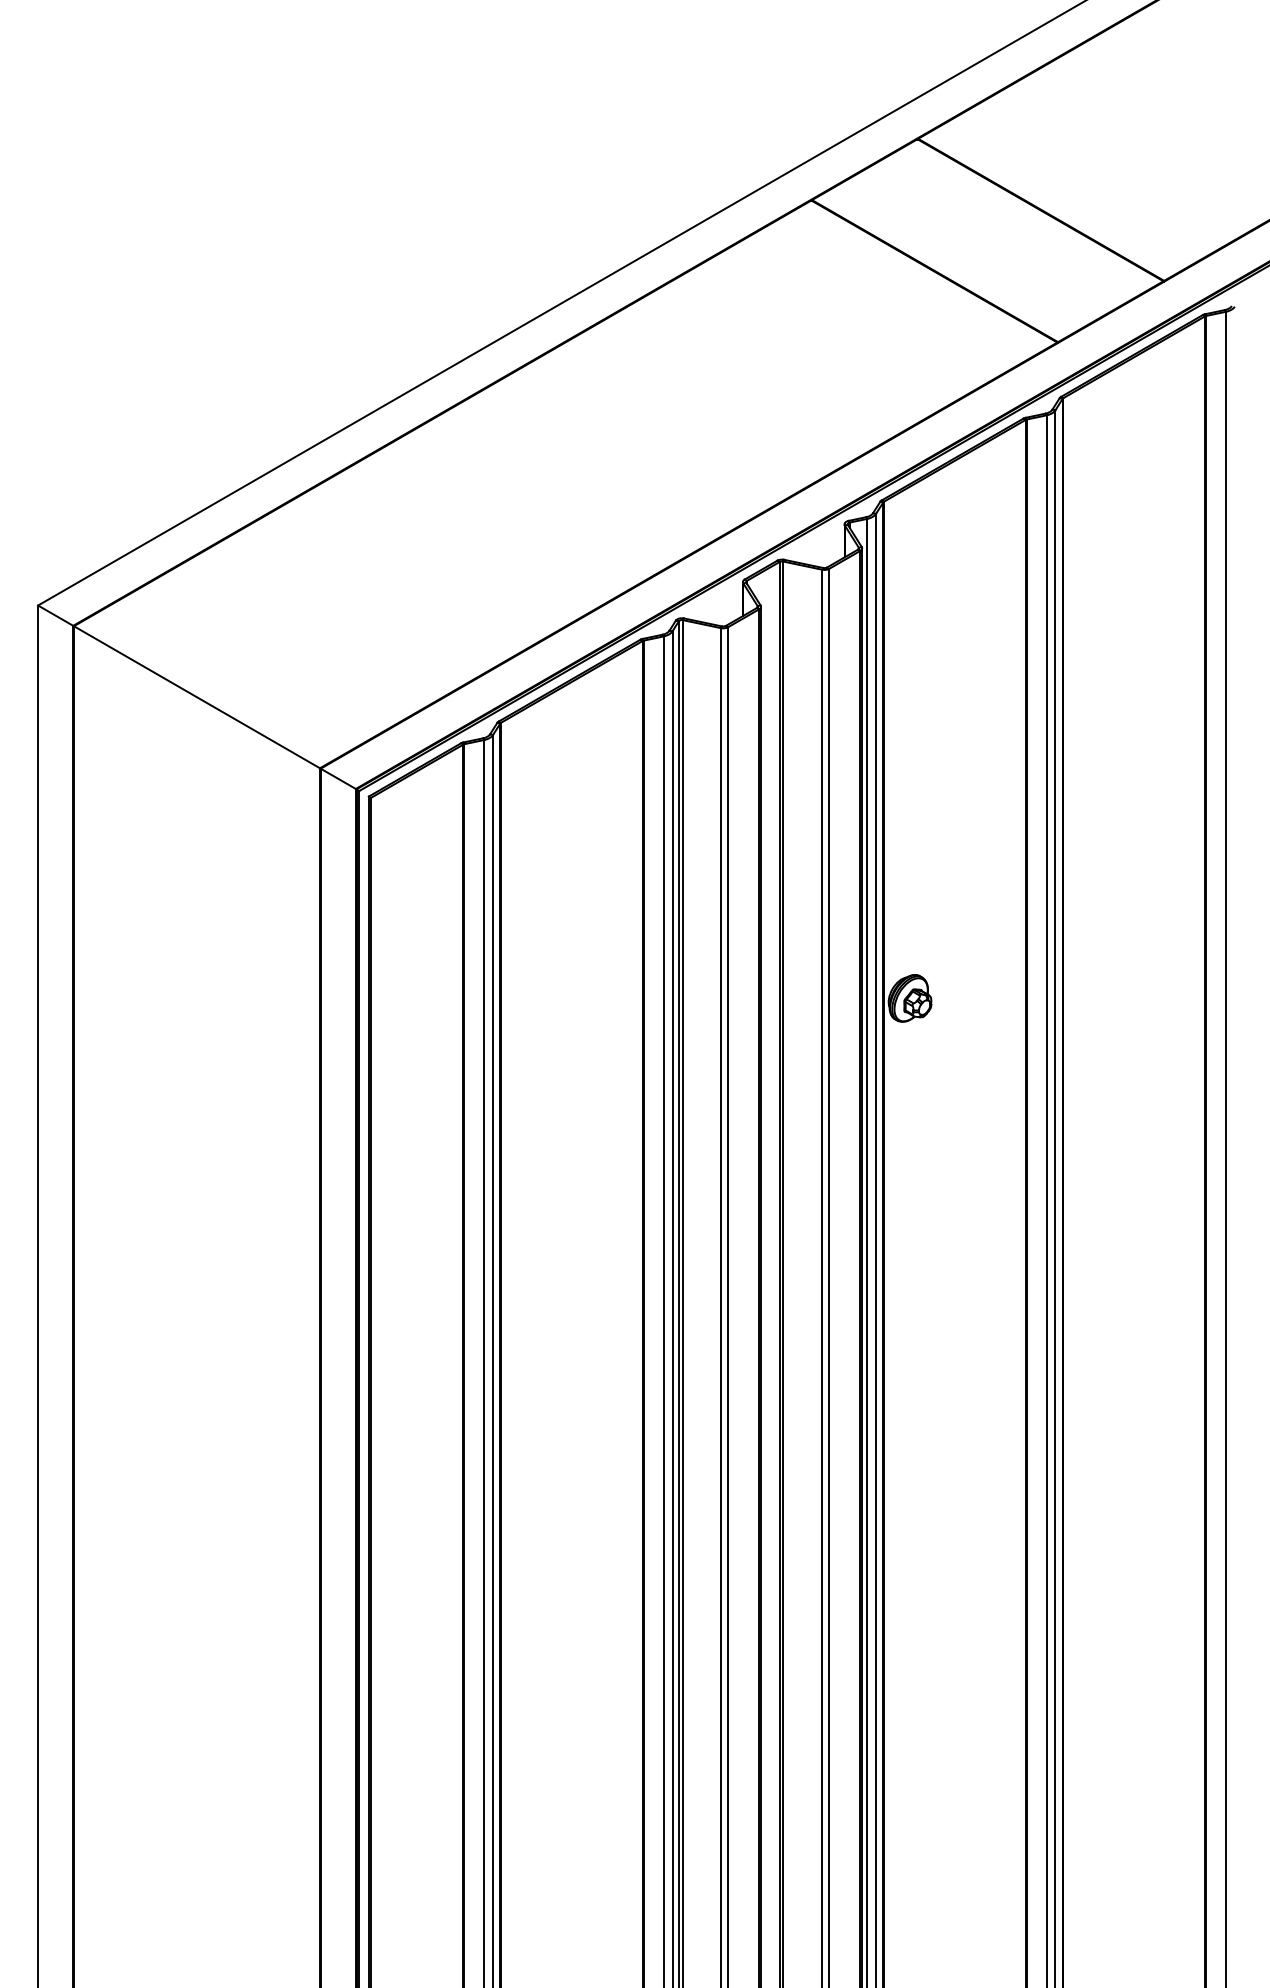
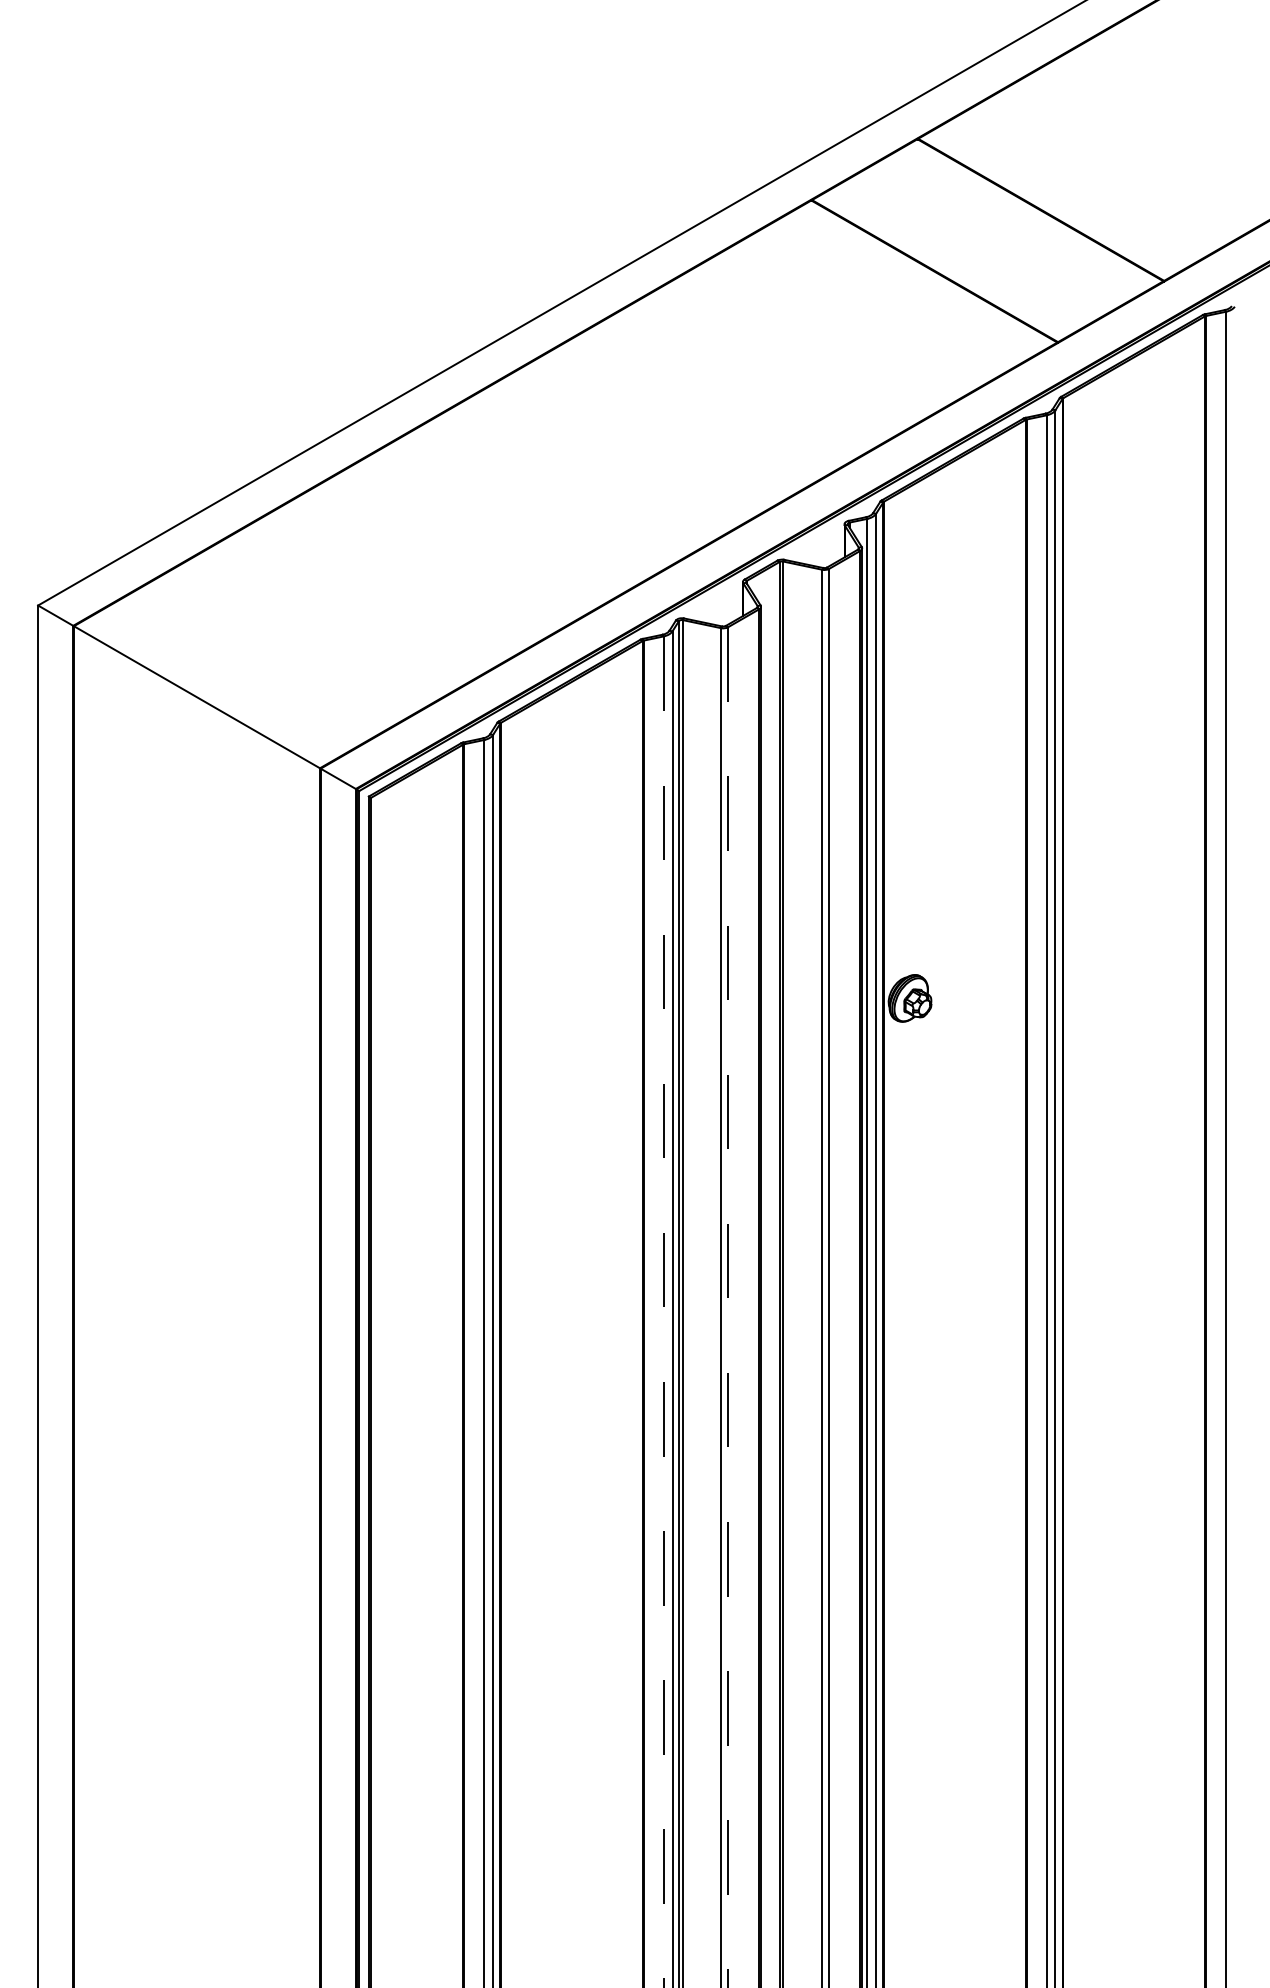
line at (727, 1307): solid -> dashed
line at (663, 1312): solid -> dashed
